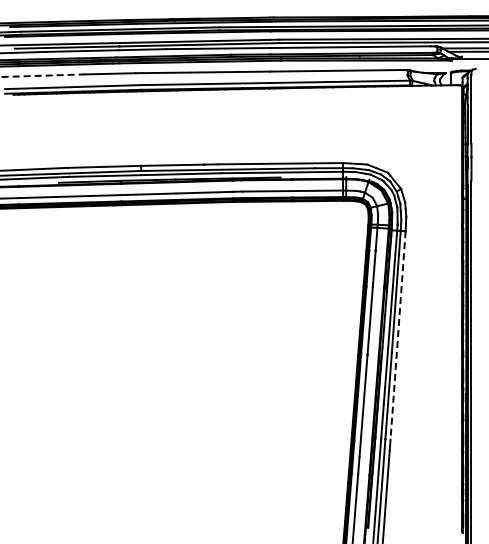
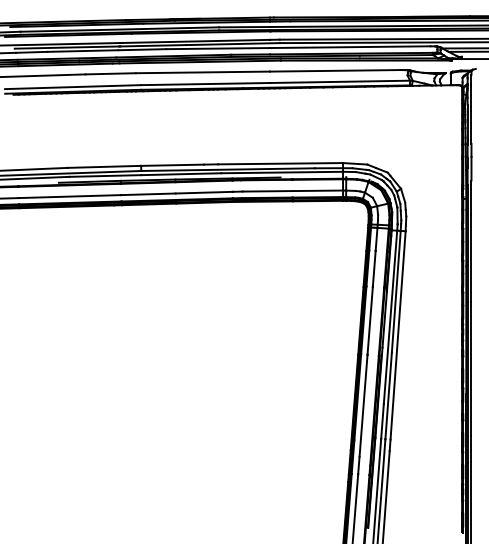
line at (42, 75): dashed -> solid
line at (398, 335): dashed -> solid
